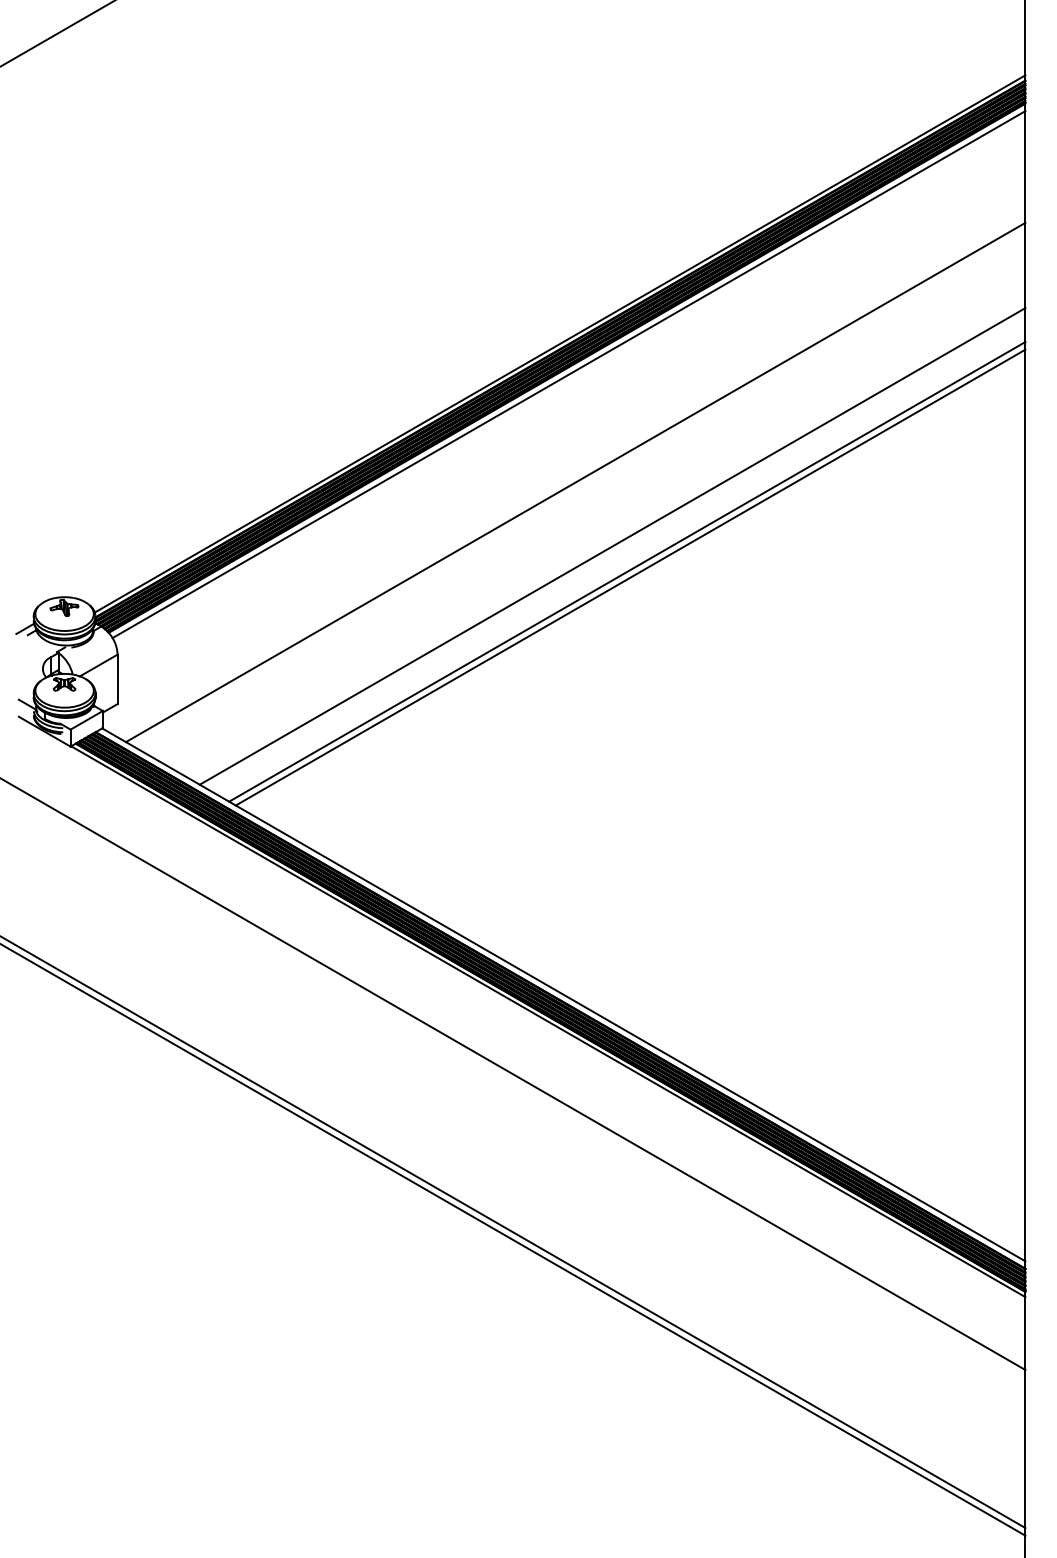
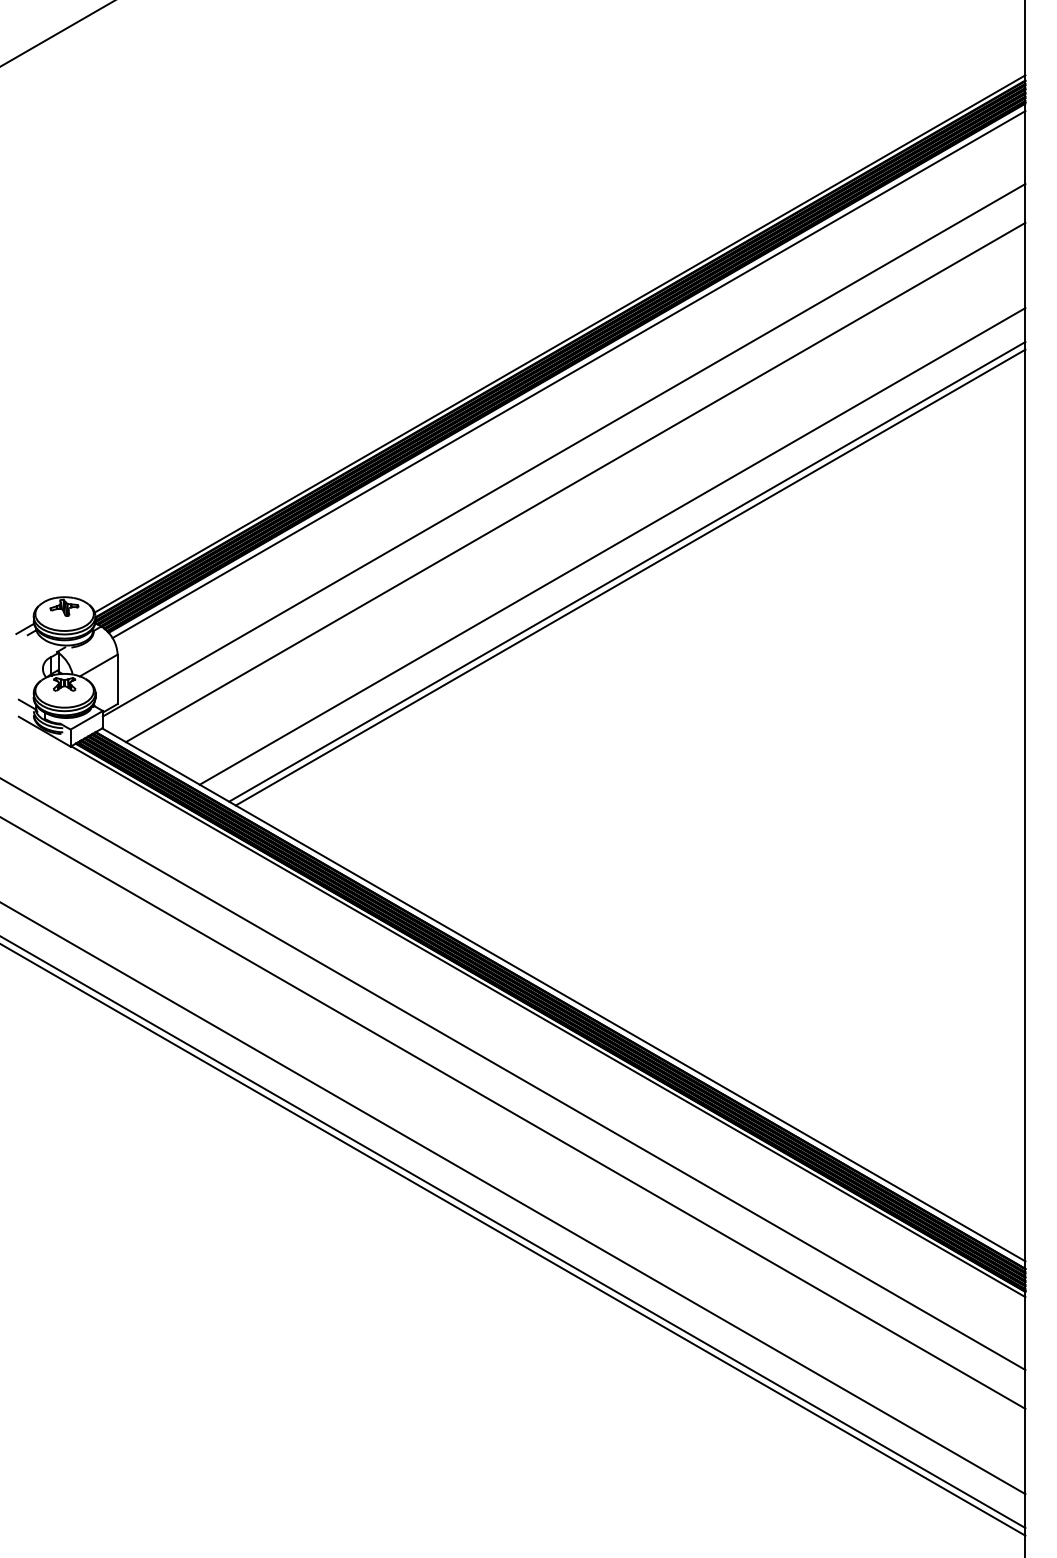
line at (563, 449): none -> present
line at (513, 1113): none -> present
line at (513, 1198): none -> present
